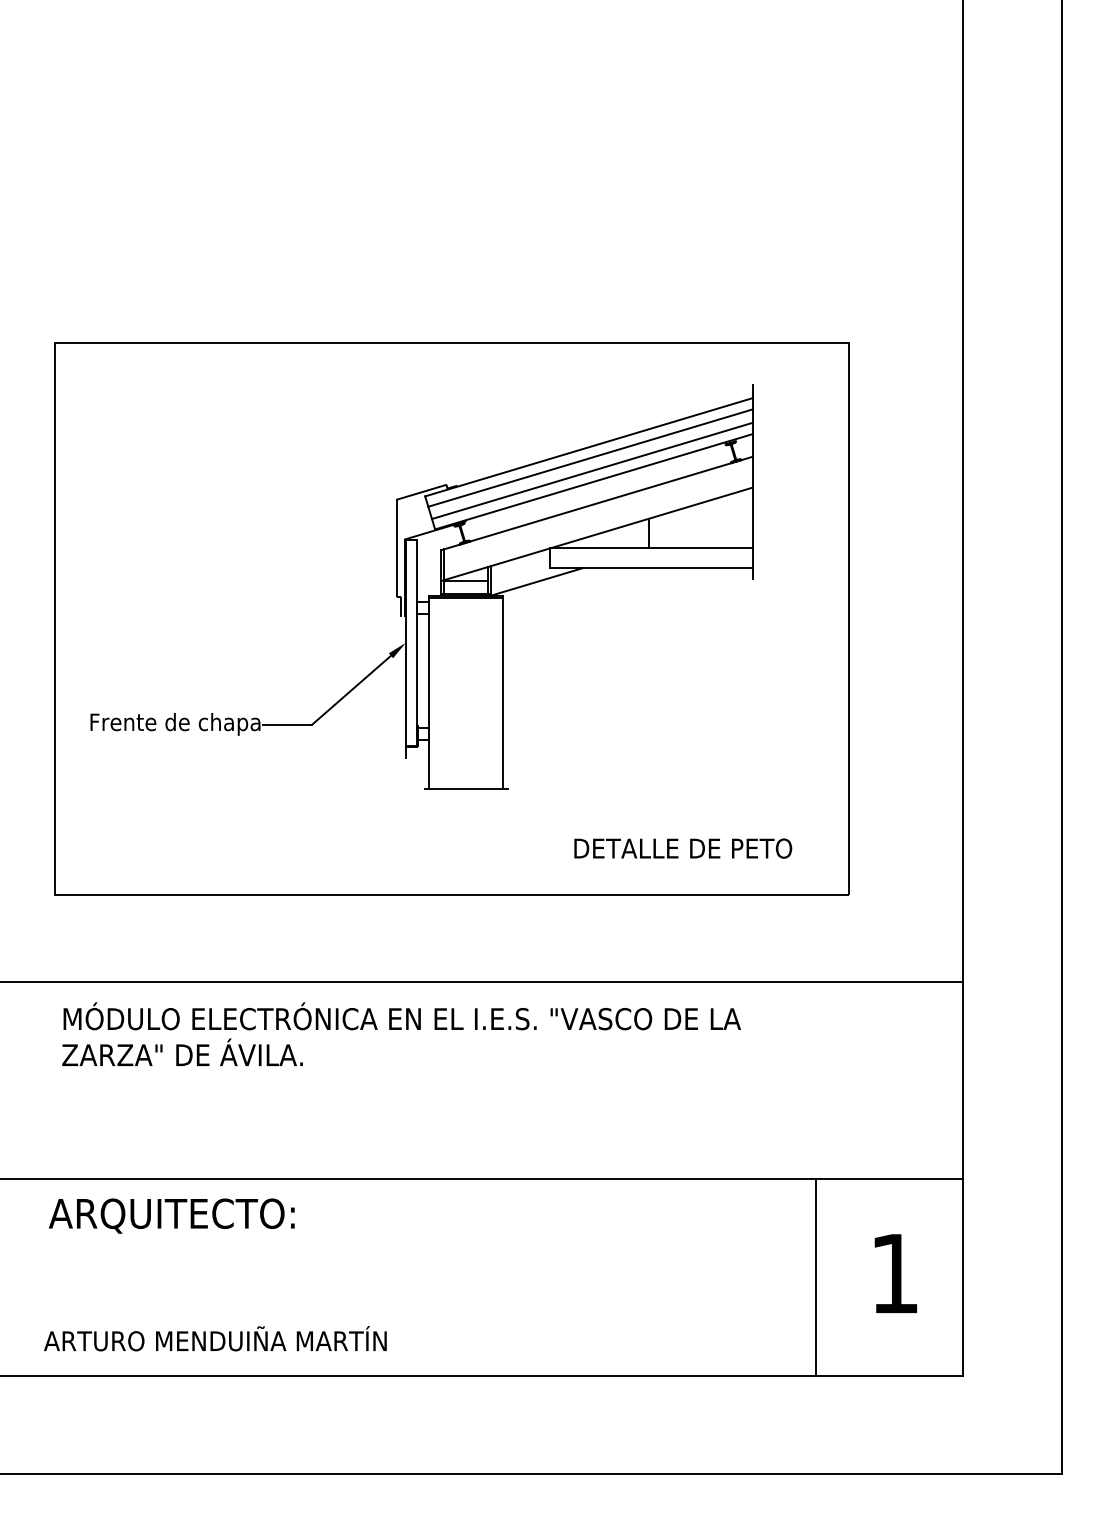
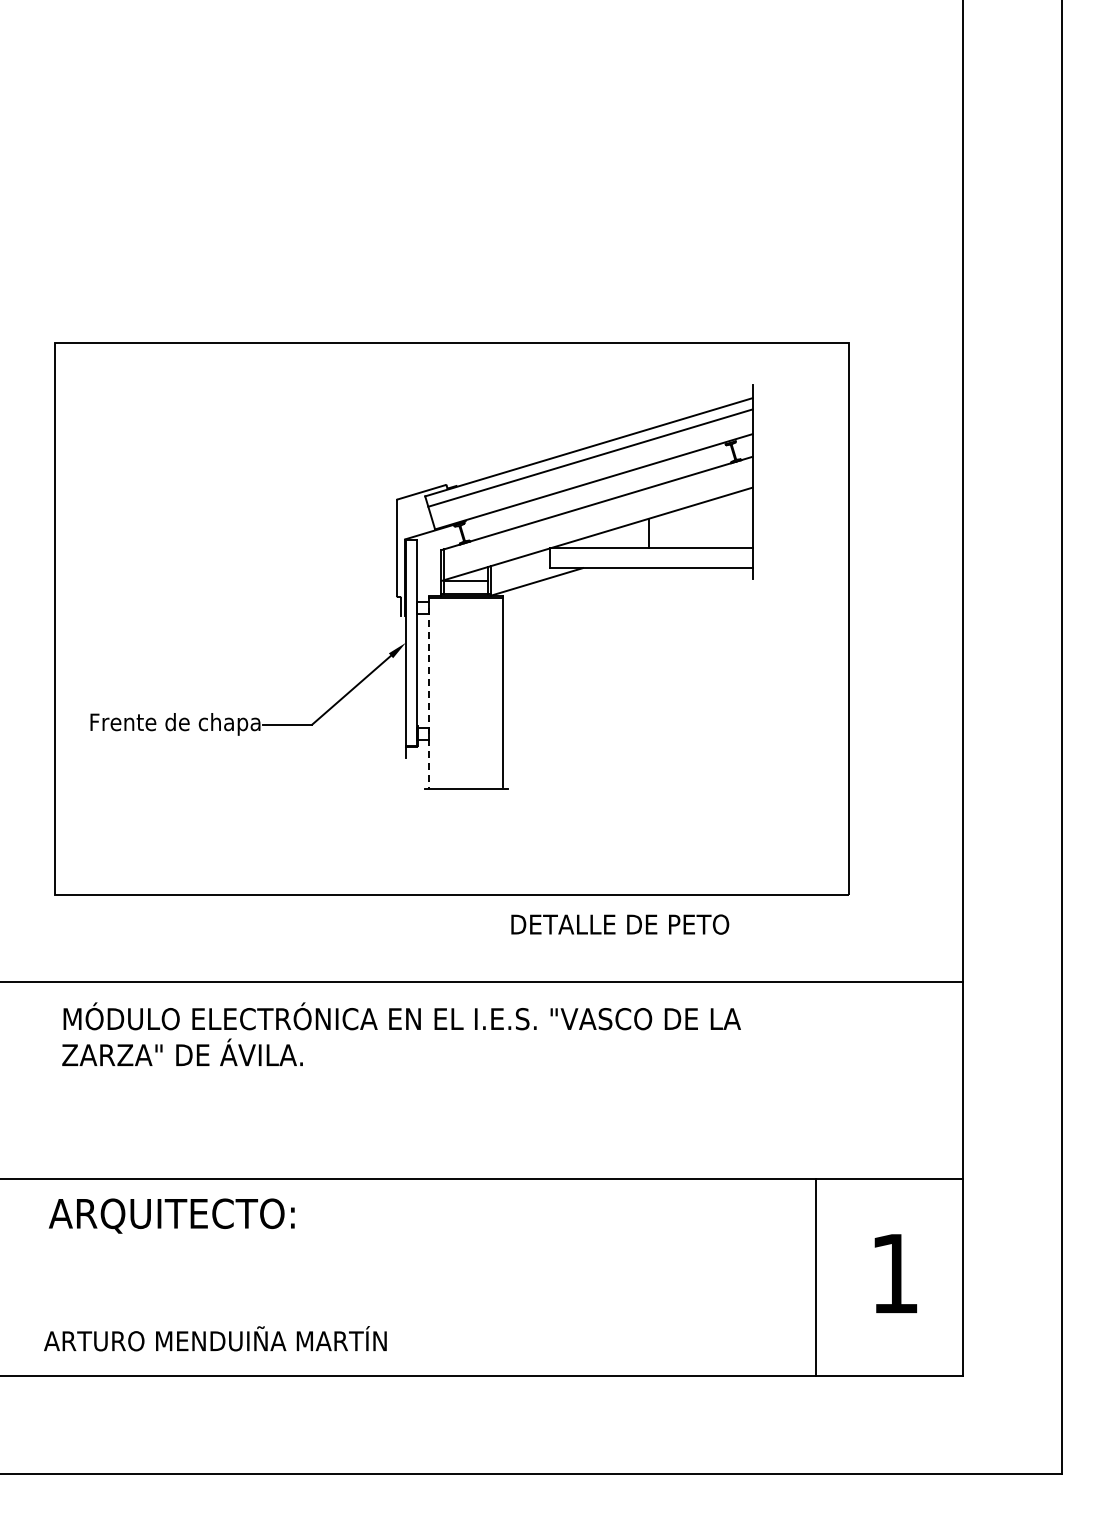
line at (591, 470): present -> none
line at (429, 692): solid -> dashed
text at (683, 848) position: (683, 848) -> (620, 924)
